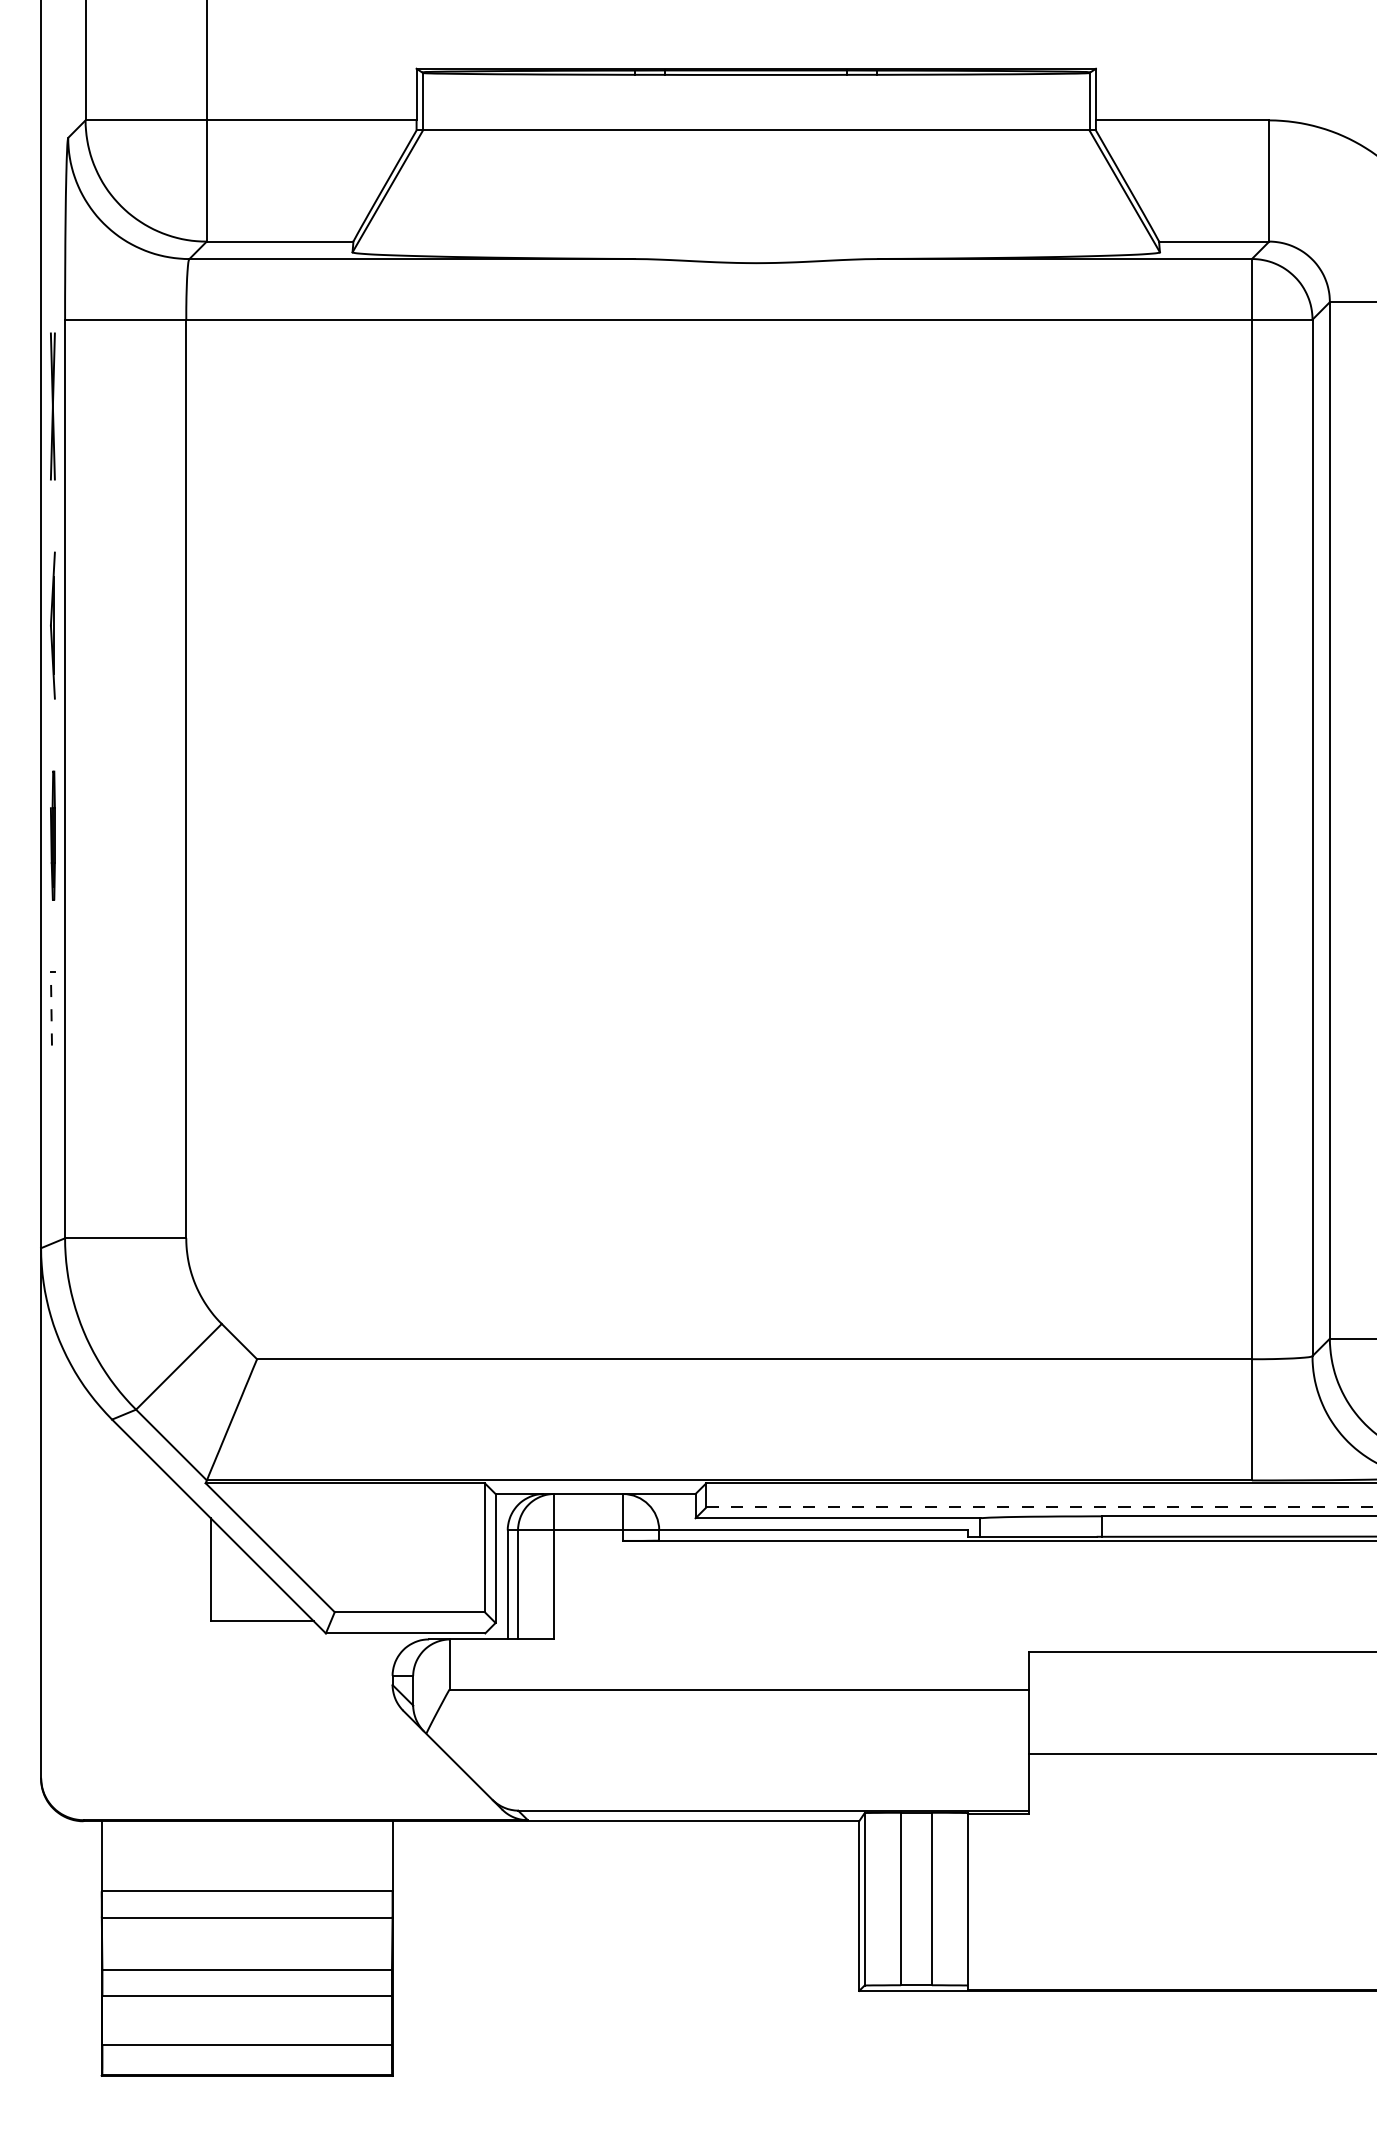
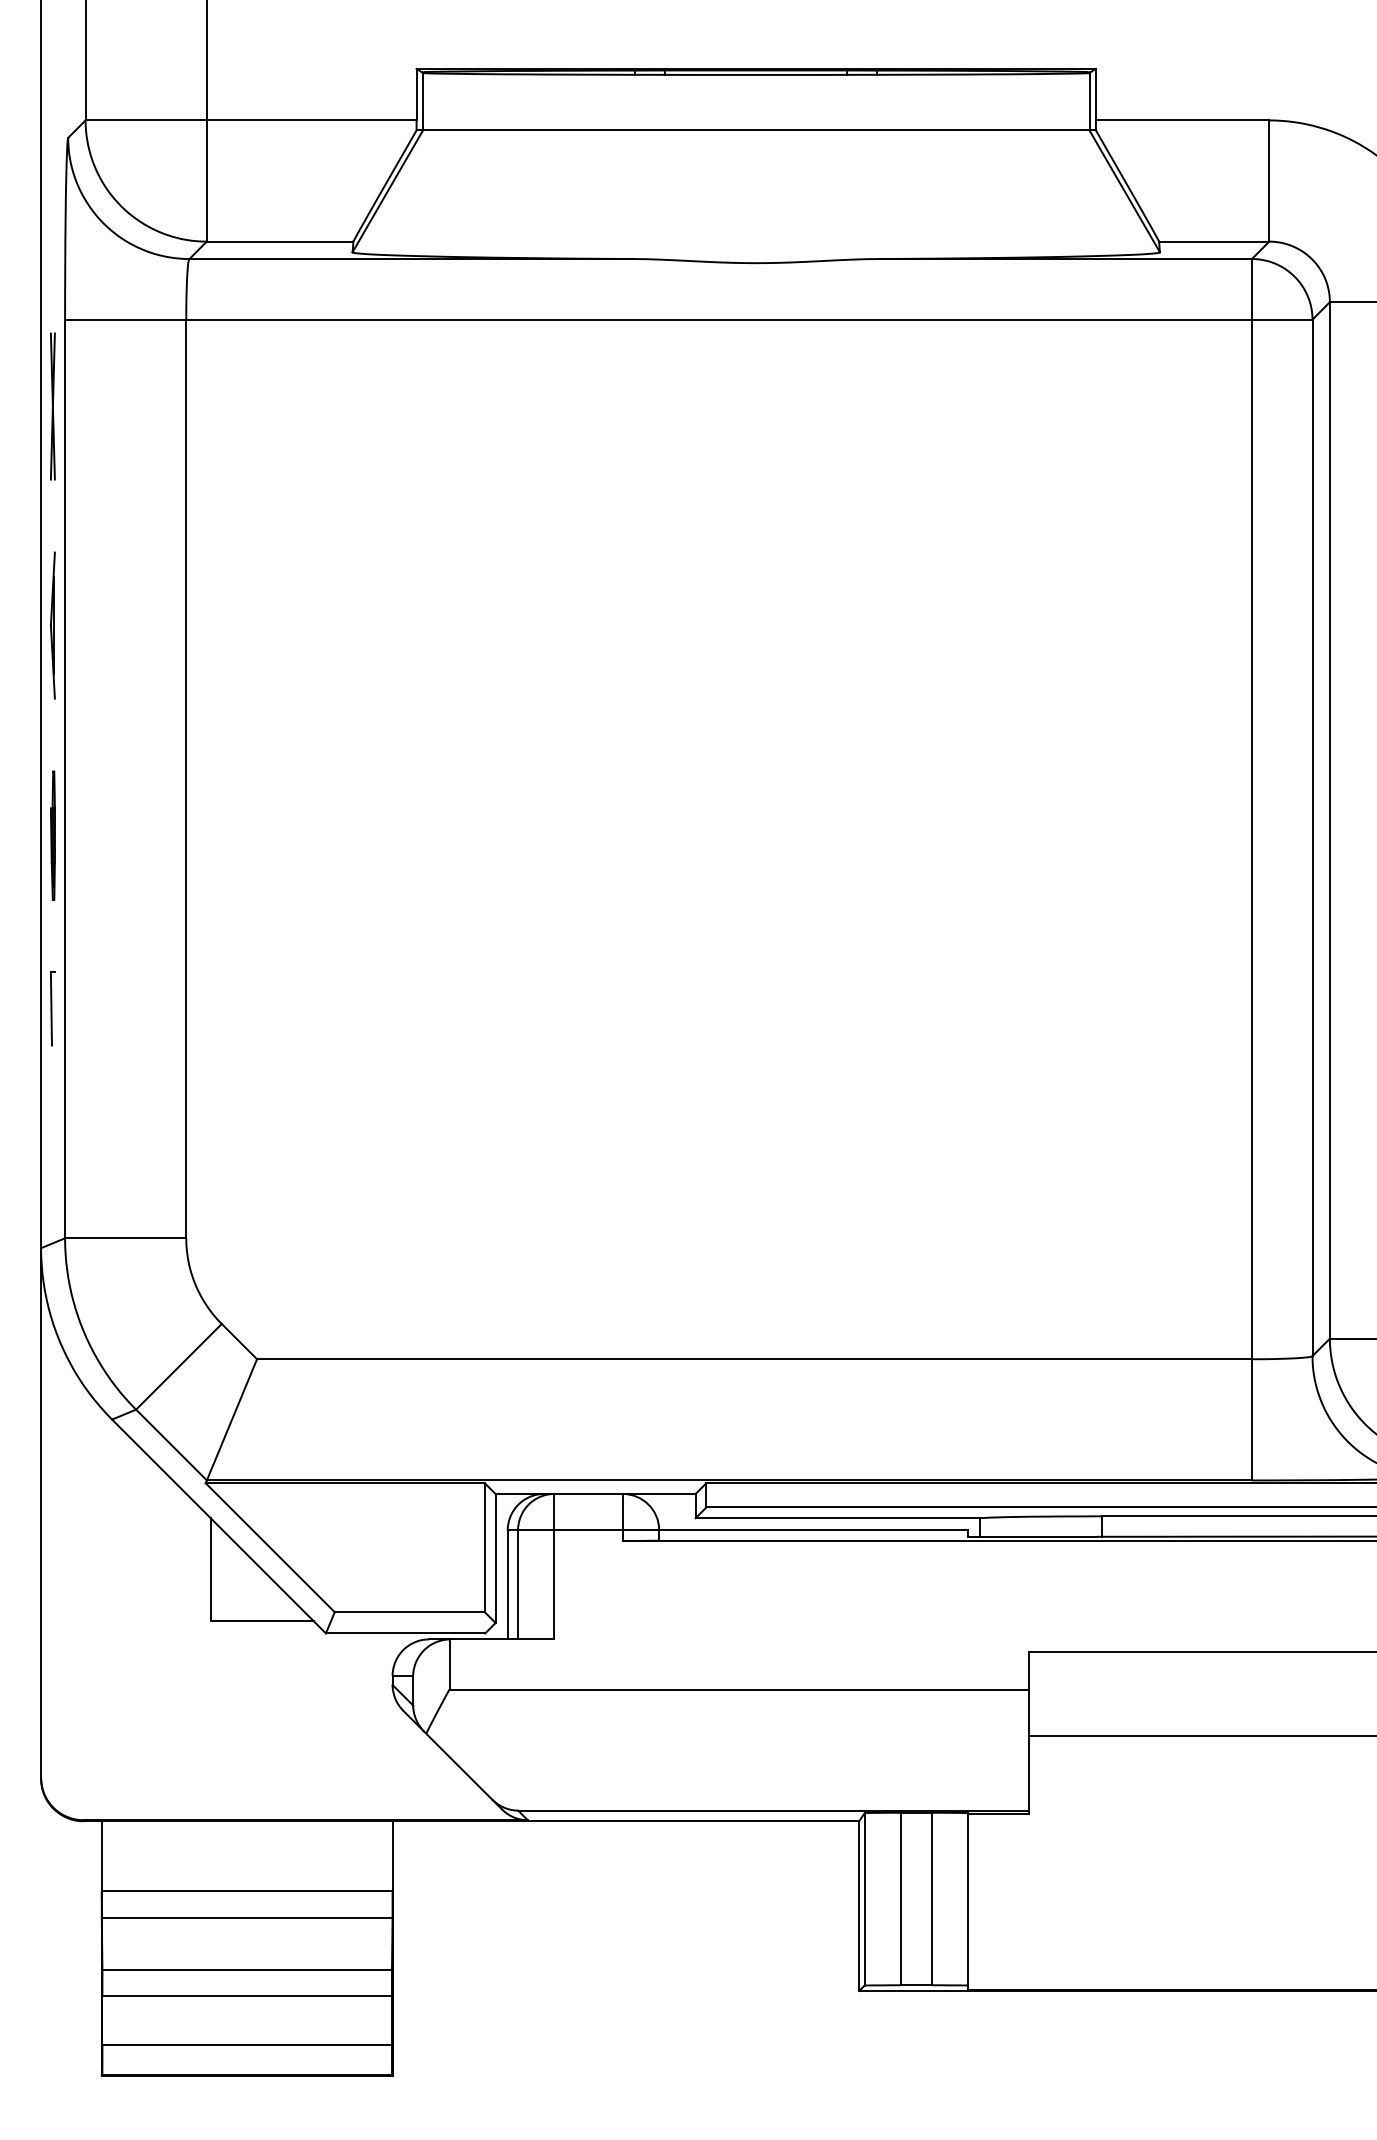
line at (51, 1009): dashed -> solid
line at (1041, 1507): dashed -> solid
line at (1200, 1754) position: (1200, 1754) -> (1200, 1736)
